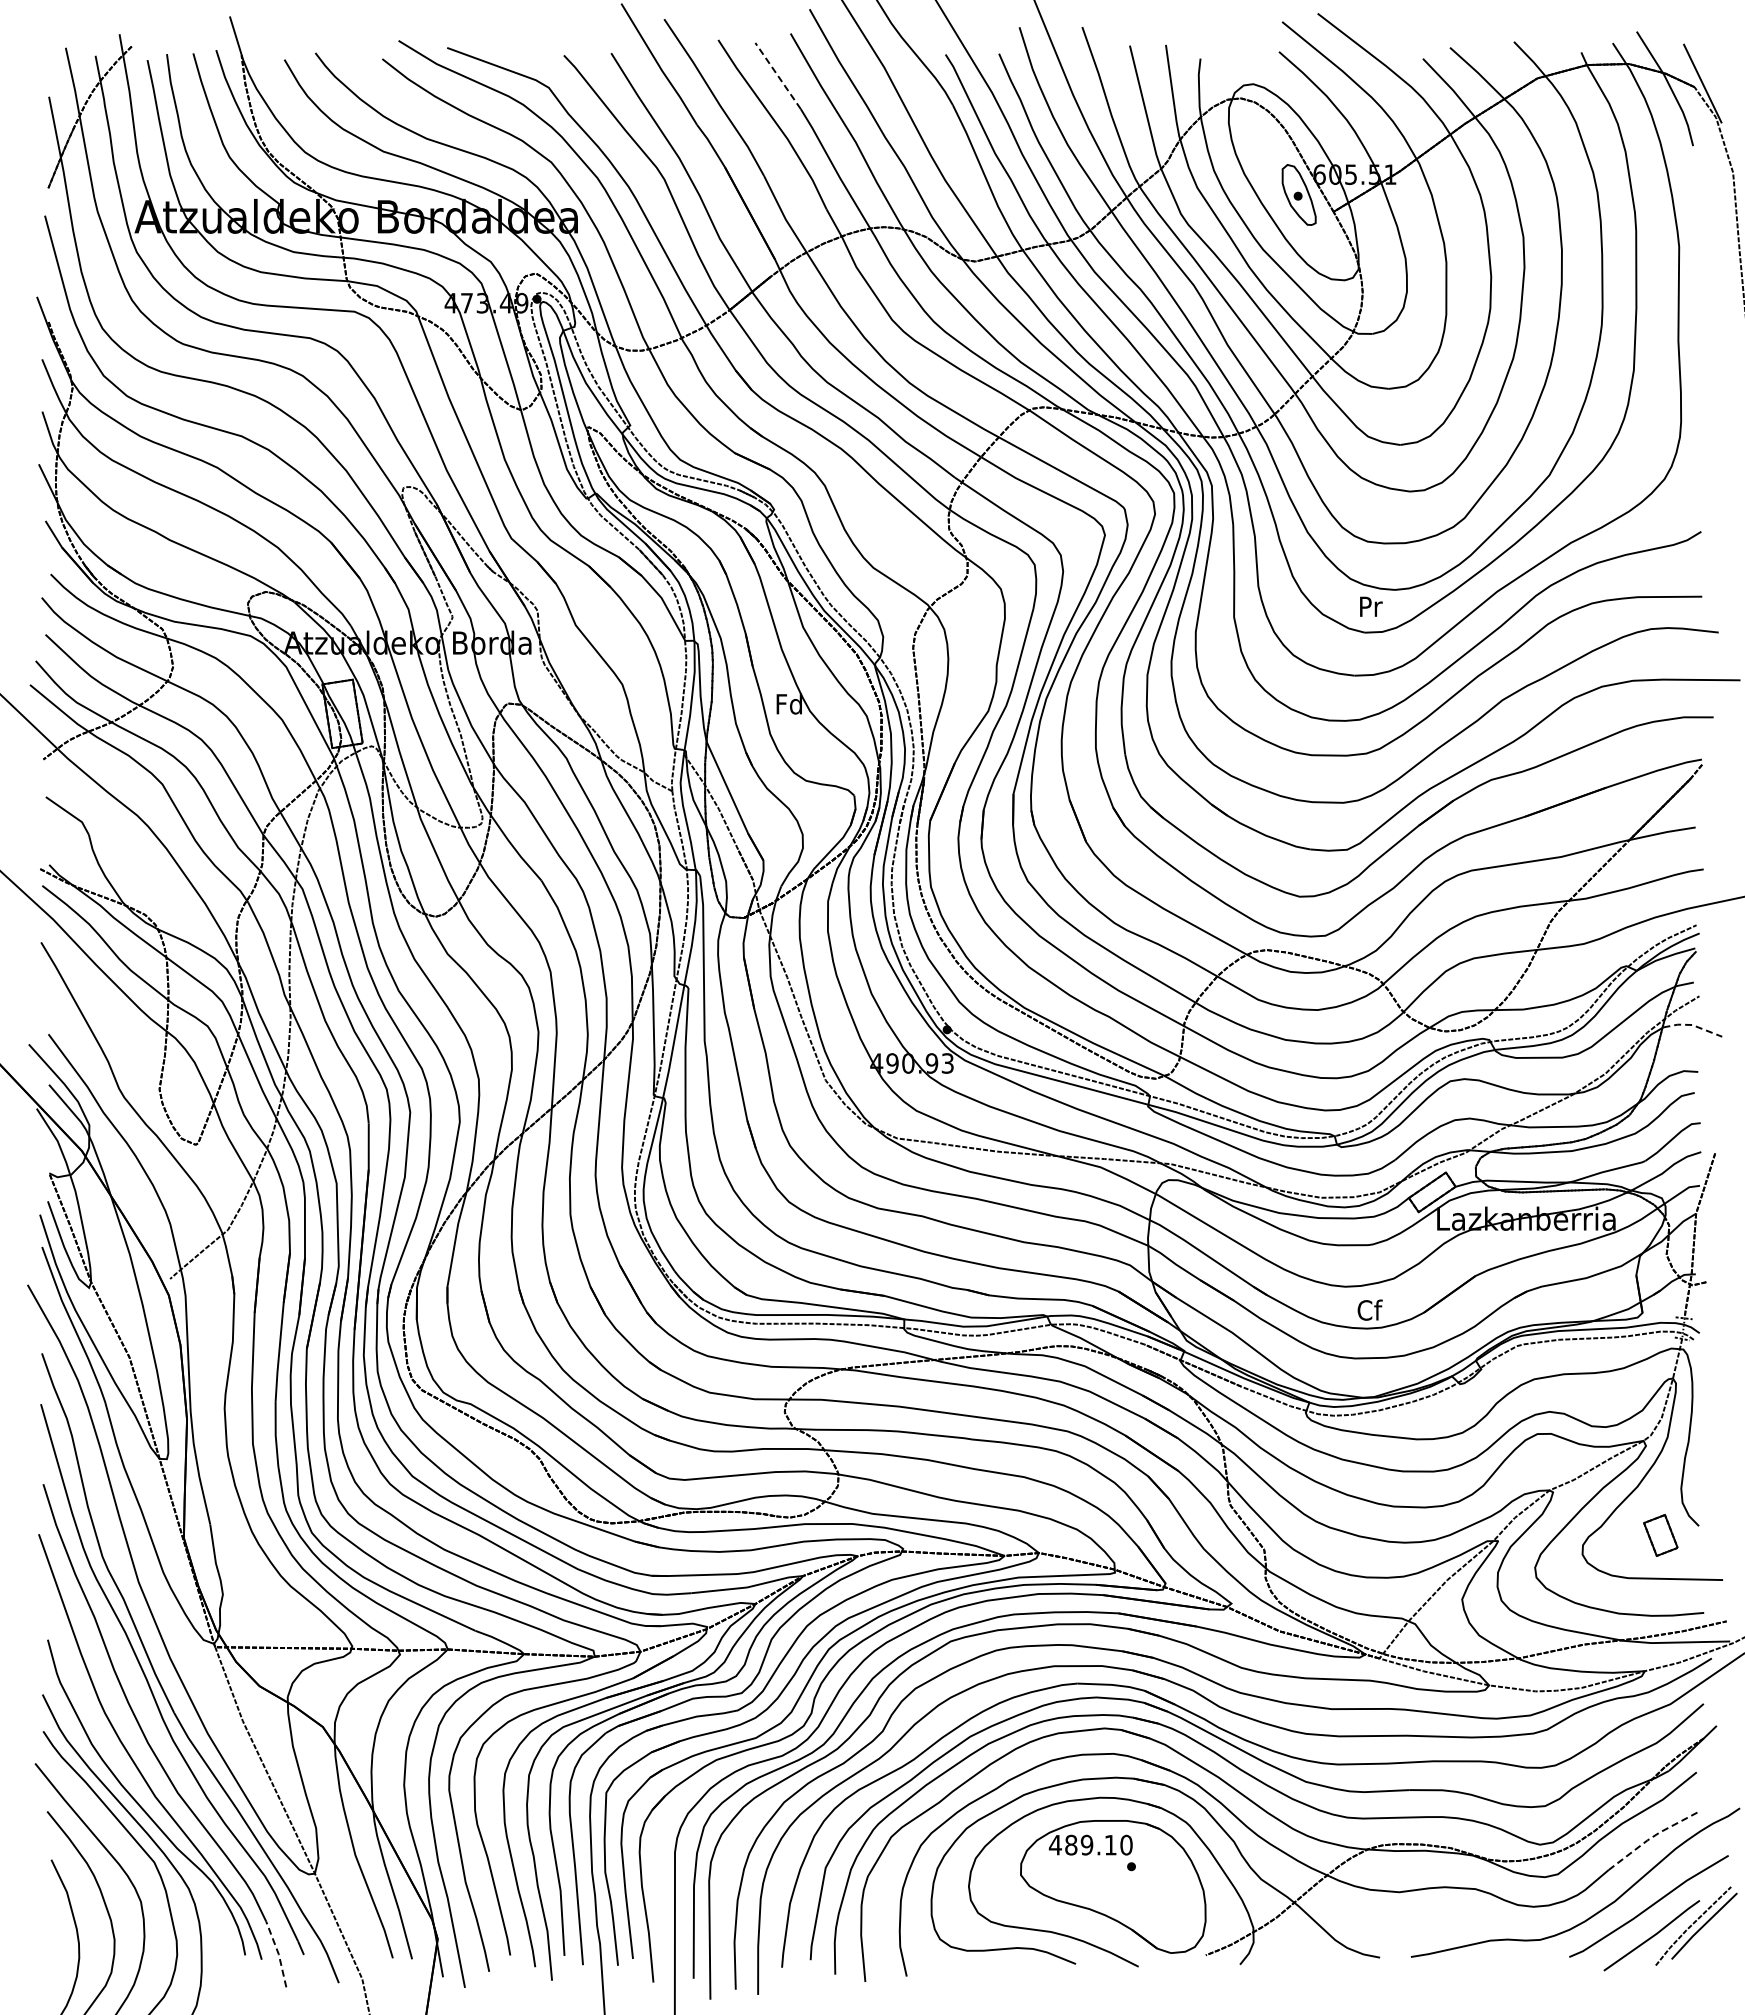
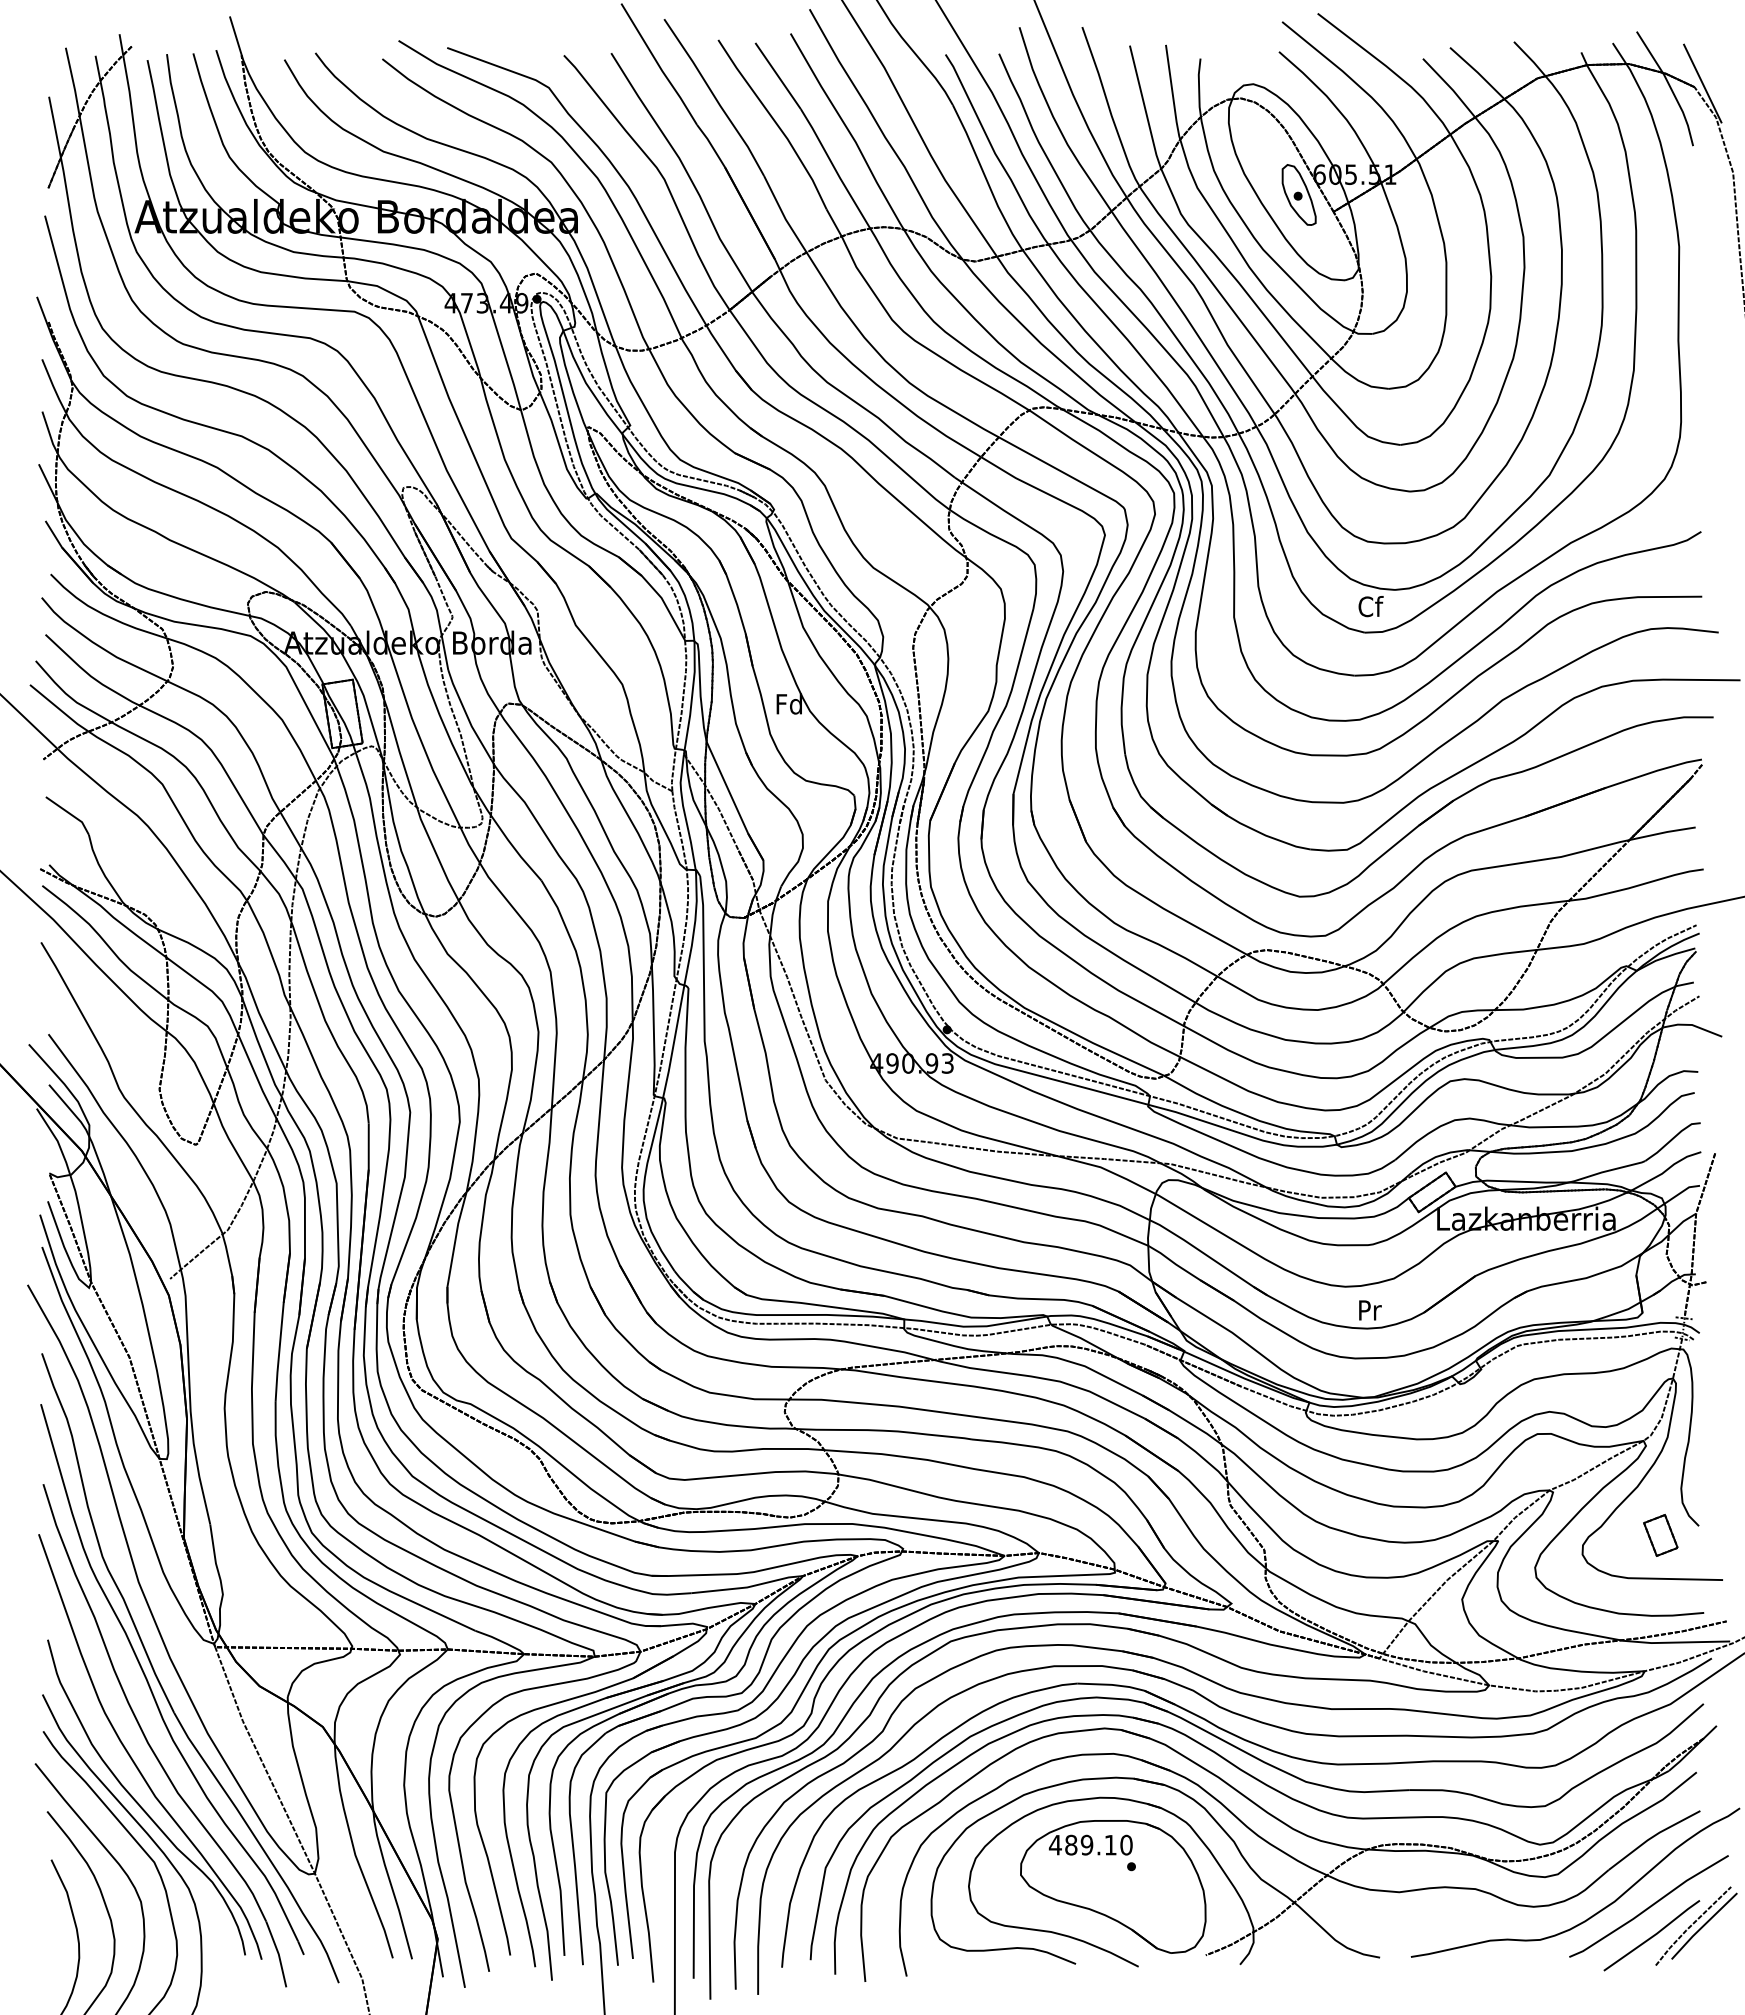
line at (777, 75): dashed -> solid
text at (1370, 606): Pr -> Cf
line at (1693, 1025): dashed -> solid
text at (1369, 1309): Cf -> Pr
line at (1653, 1836): dashed -> solid
line at (278, 1953): dashed -> solid
